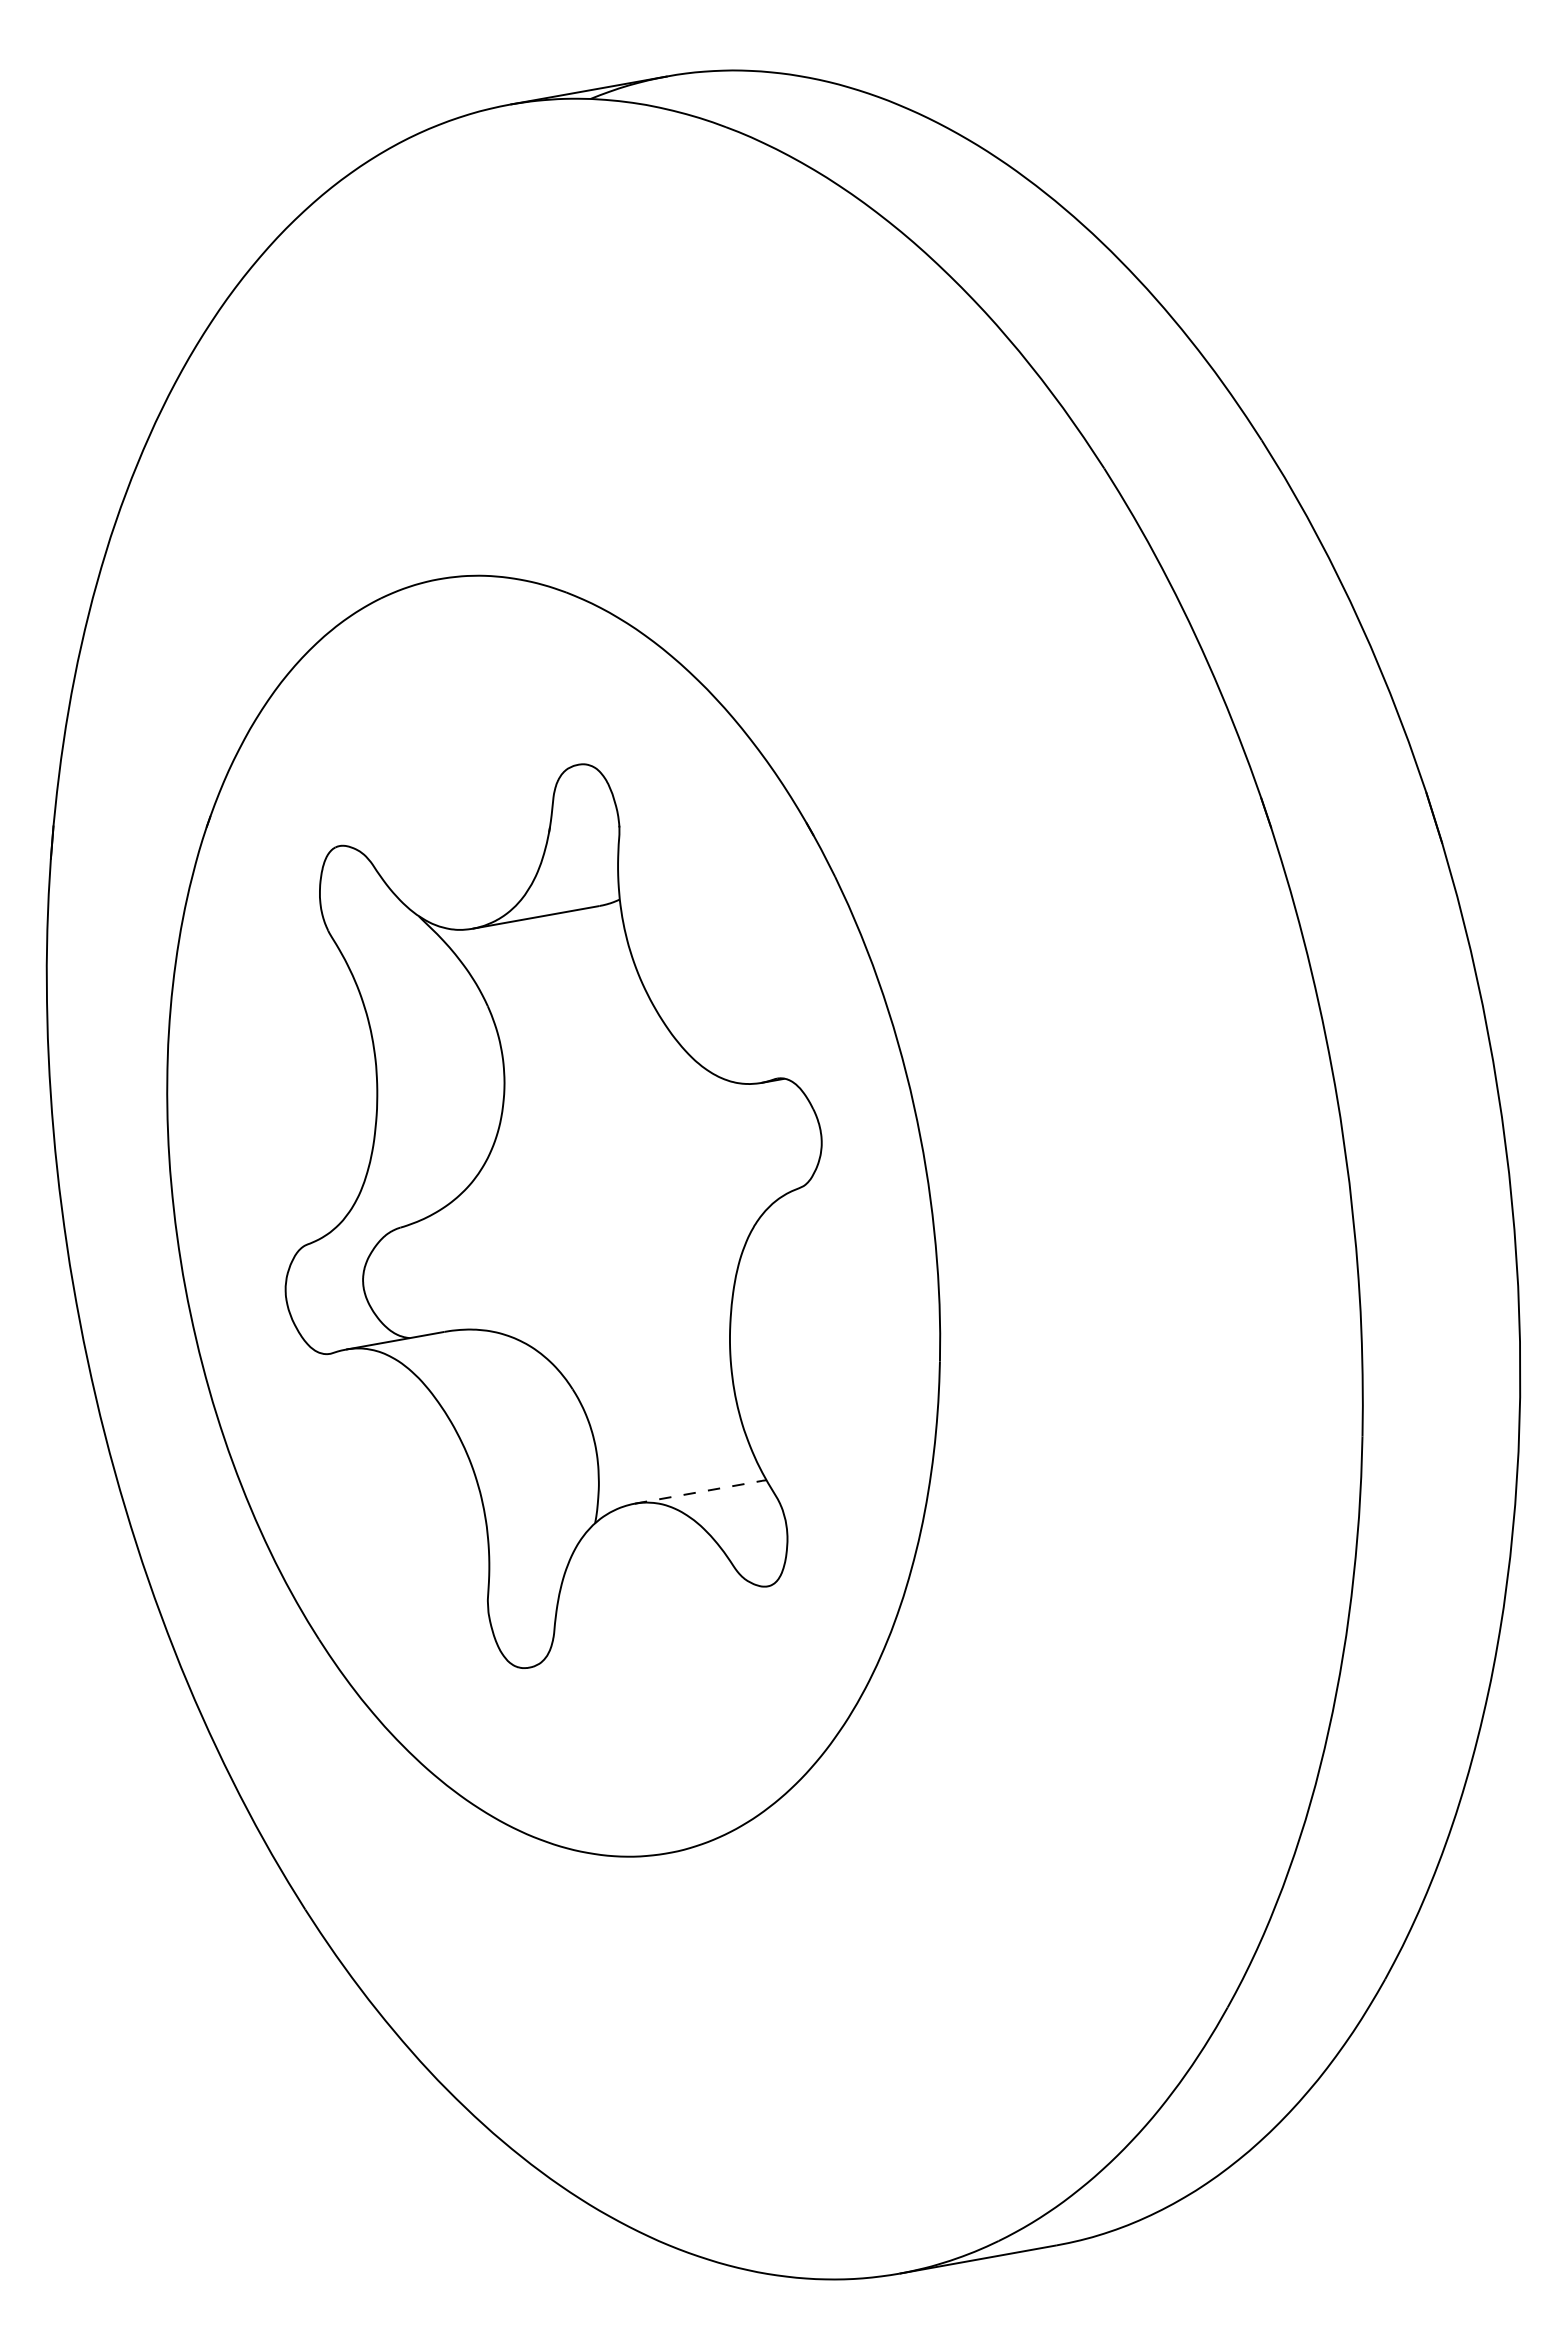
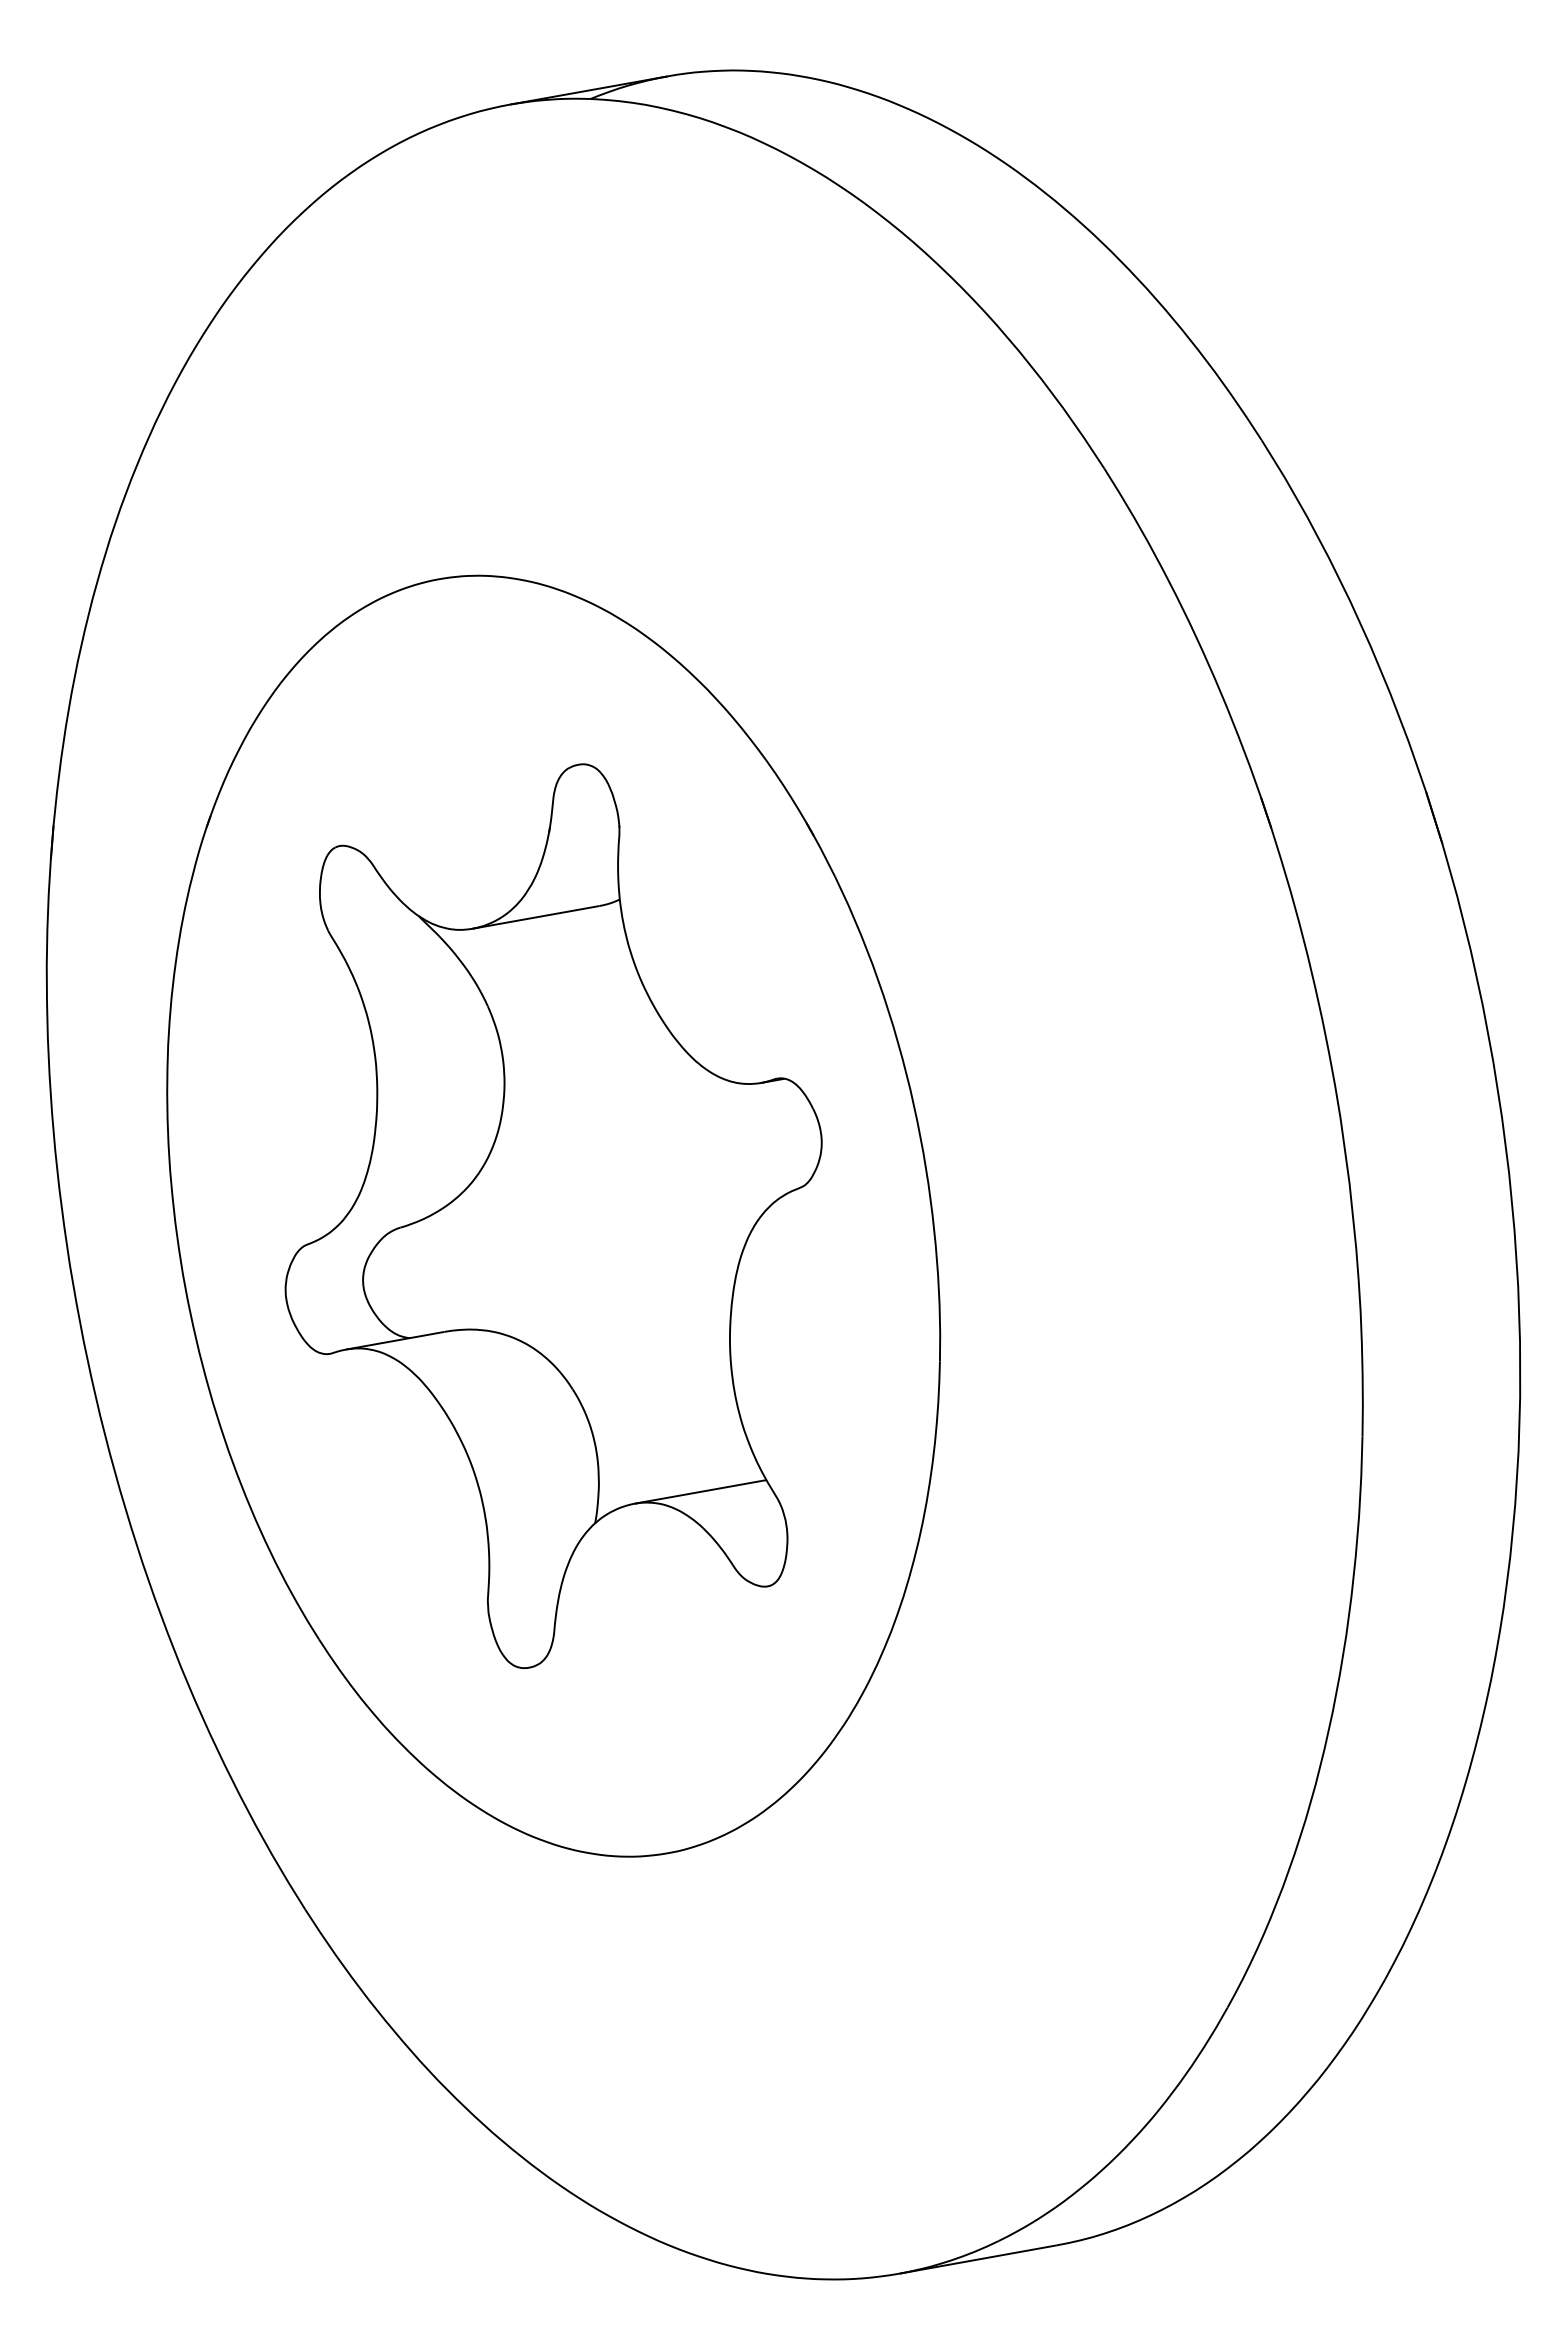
line at (698, 1492): dashed -> solid
